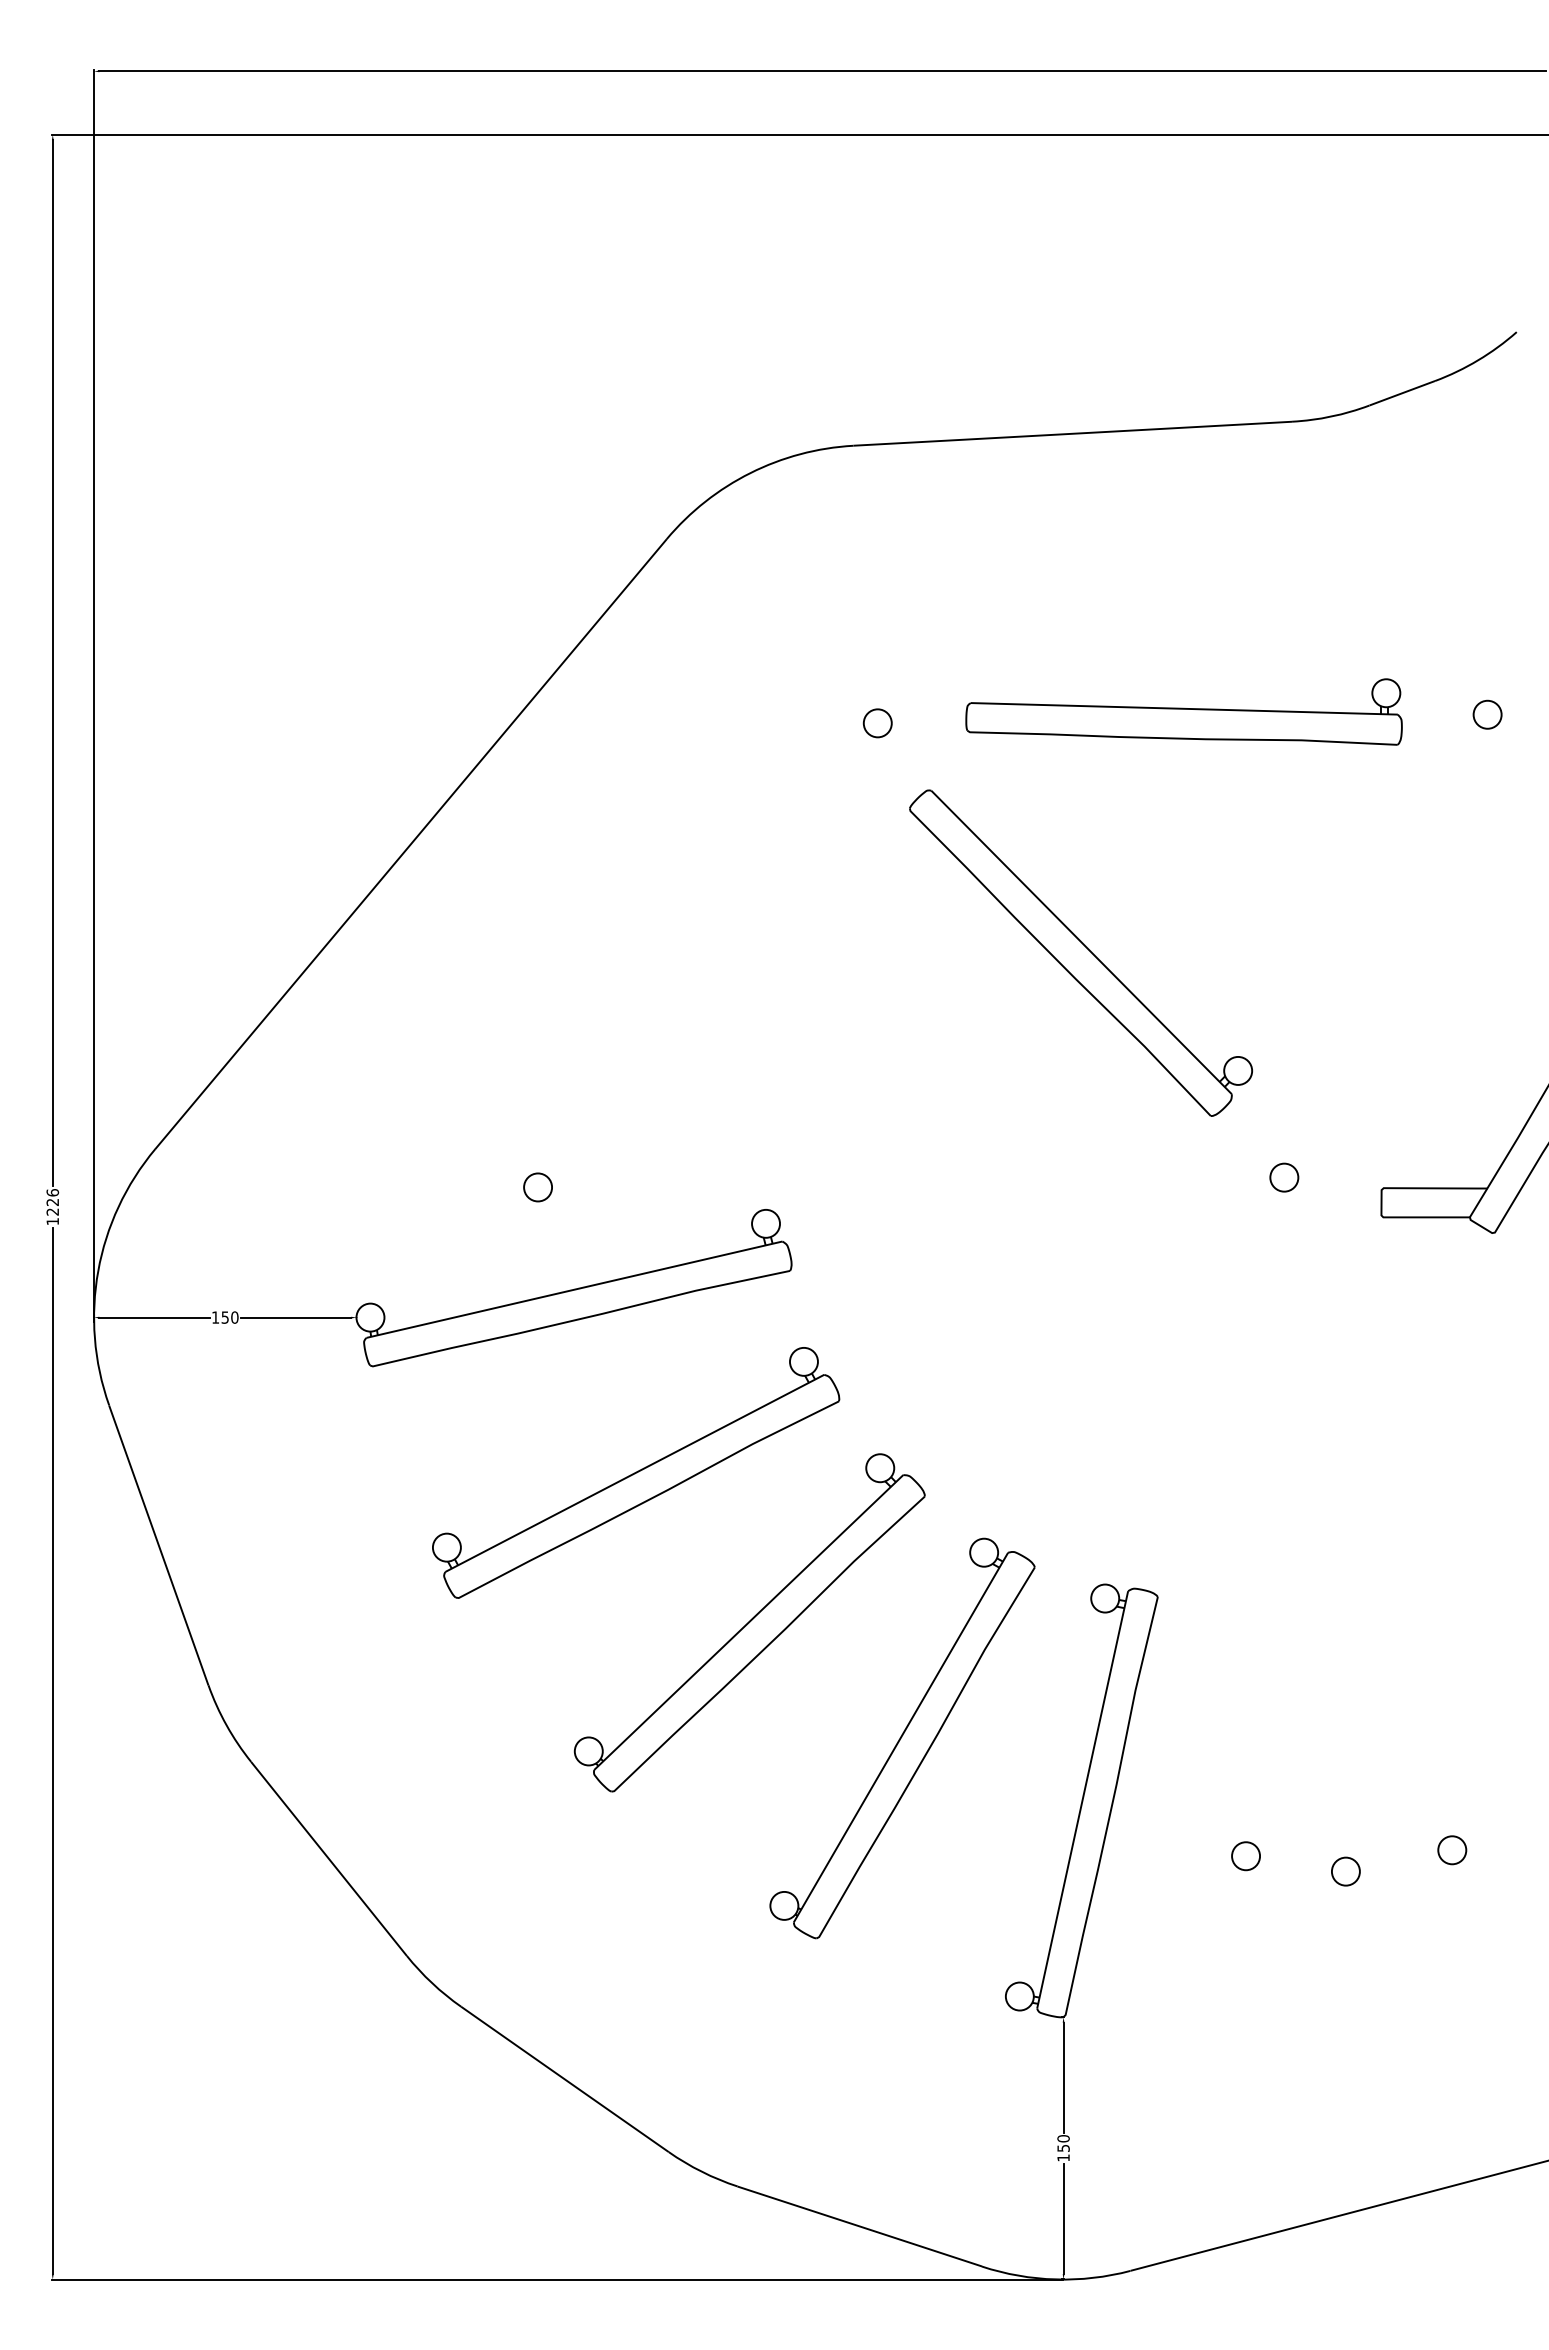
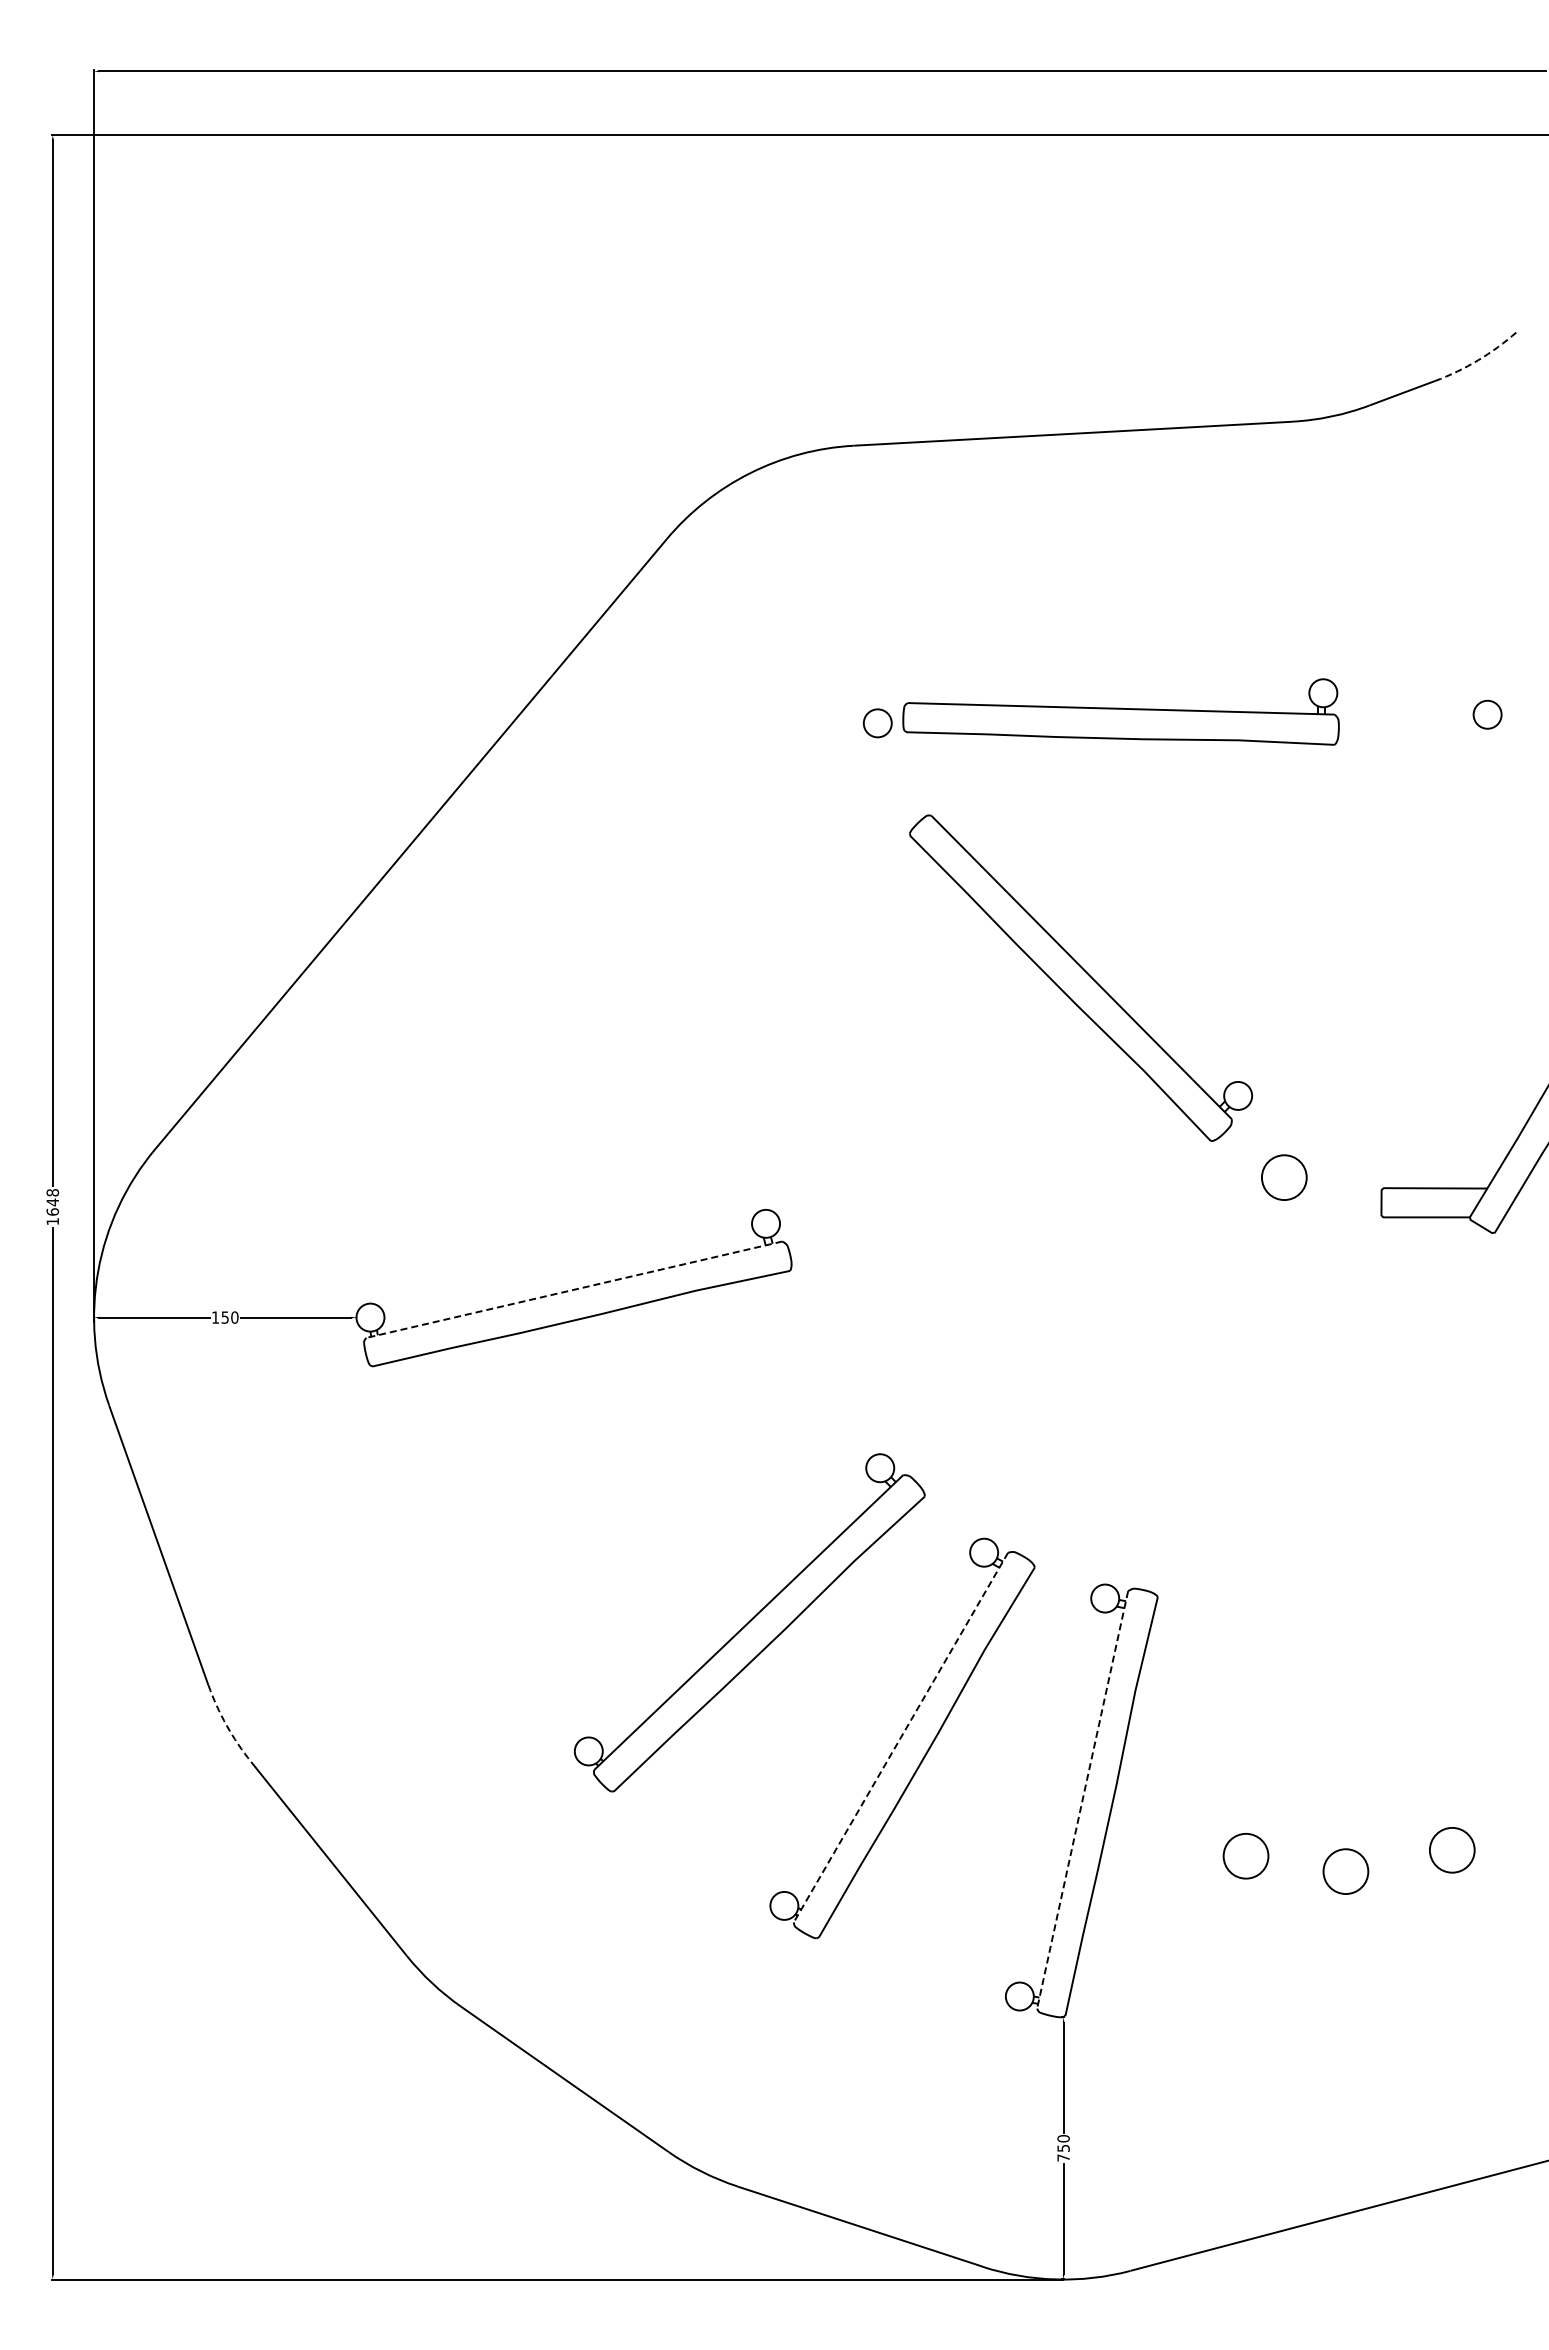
arc at (1478, 360): solid -> dashed
part at (1183, 711) position: (1183, 711) -> (1120, 711)
part at (1080, 952) position: (1080, 952) -> (1080, 977)
circle at (1284, 1177) diameter: 28 px -> 45 px
circle at (537, 1187): present -> none
text at (52, 1202): 1226 -> 1648
line at (574, 1289): solid -> dashed
part at (636, 1472): present -> none
arc at (226, 1725): solid -> dashed
line at (900, 1737): solid -> dashed
line at (1082, 1799): solid -> dashed
circle at (1452, 1850) diameter: 28 px -> 45 px
circle at (1246, 1856) diameter: 28 px -> 45 px
circle at (1345, 1871) diameter: 28 px -> 45 px
text at (1063, 2157): 150 -> 750
